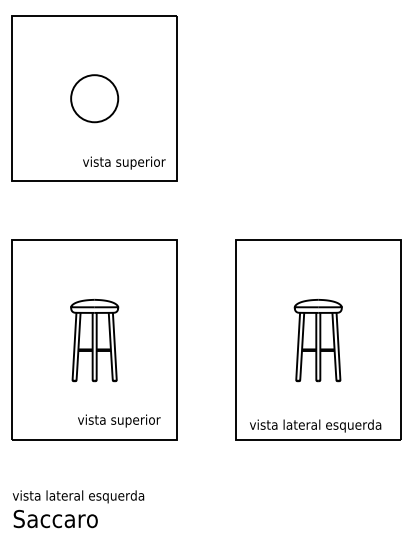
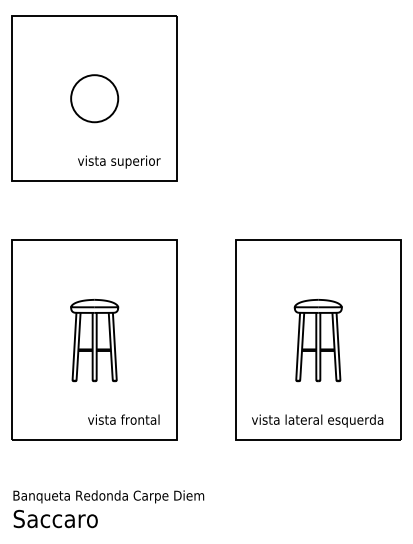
text at (124, 162) position: (124, 162) -> (119, 161)
text at (119, 420): vista superior -> vista frontal
text at (315, 425) position: (315, 425) -> (317, 420)
text at (108, 496): vista lateral esquerda -> Banqueta Redonda Carpe Diem
